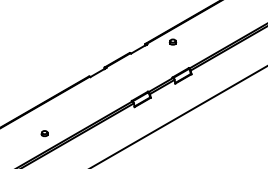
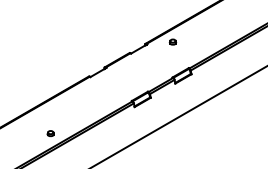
part at (44, 133) position: (44, 133) -> (50, 133)
